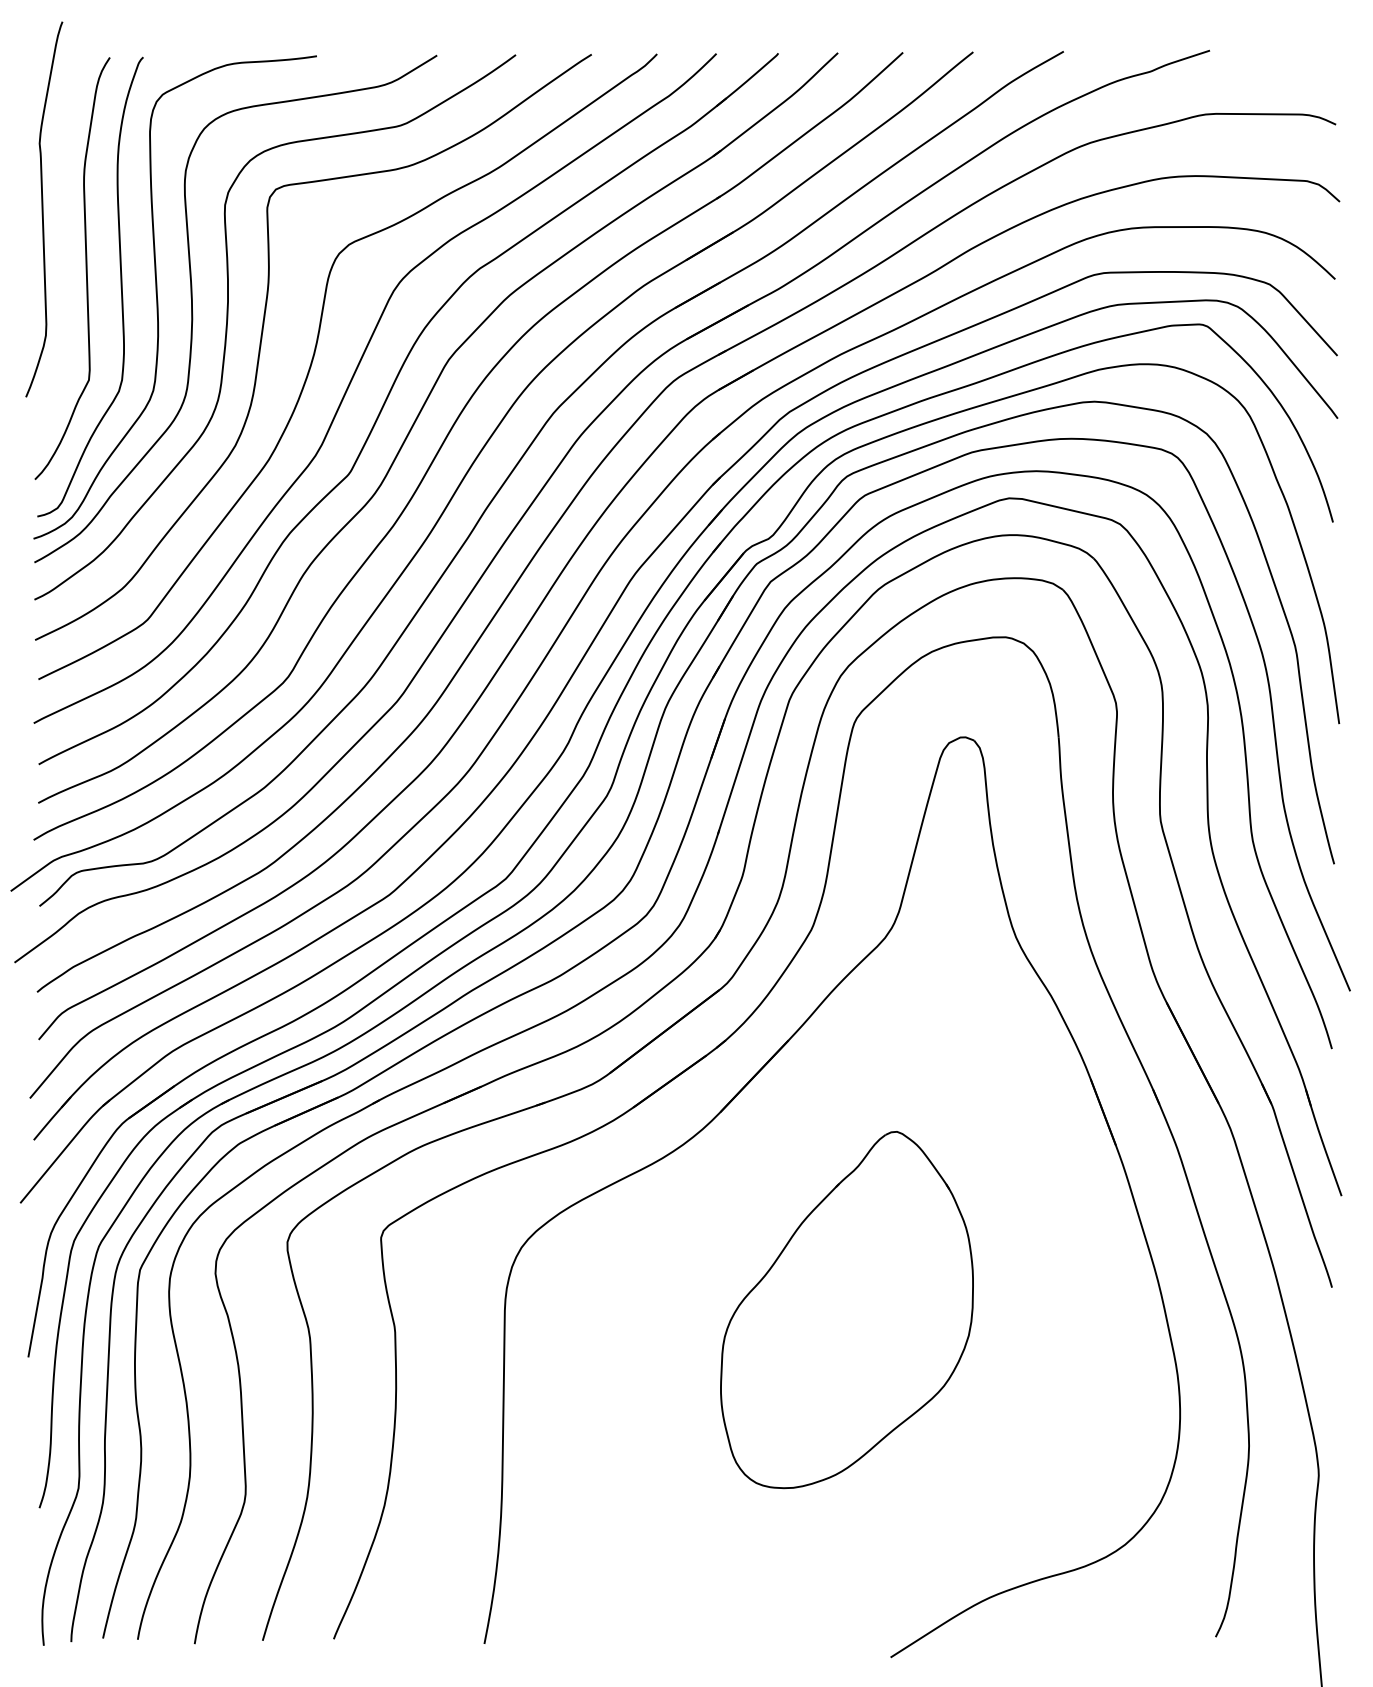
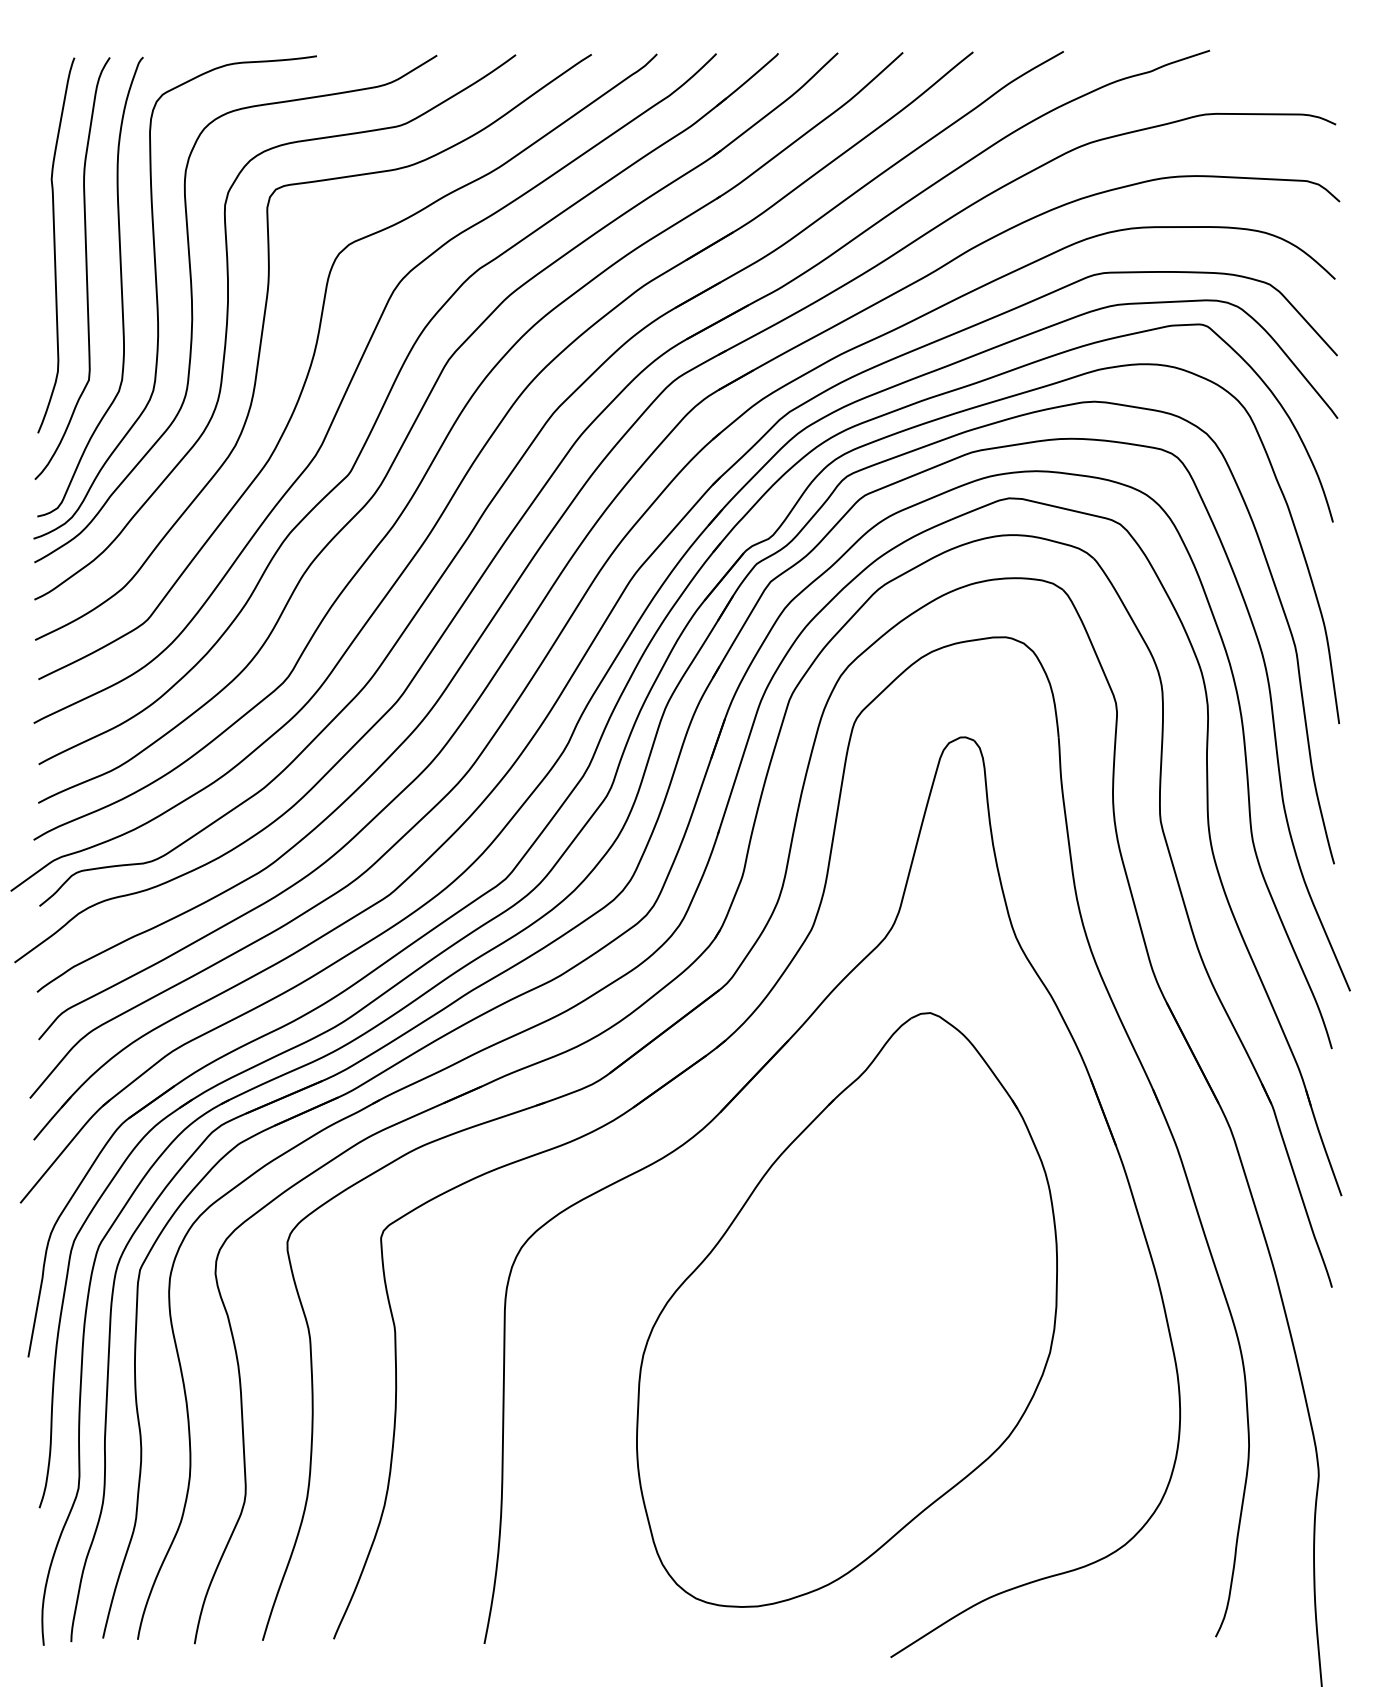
curve at (43, 209) position: (43, 209) -> (55, 245)
part at (846, 1310) size: 254x359 px -> 422x596 px
